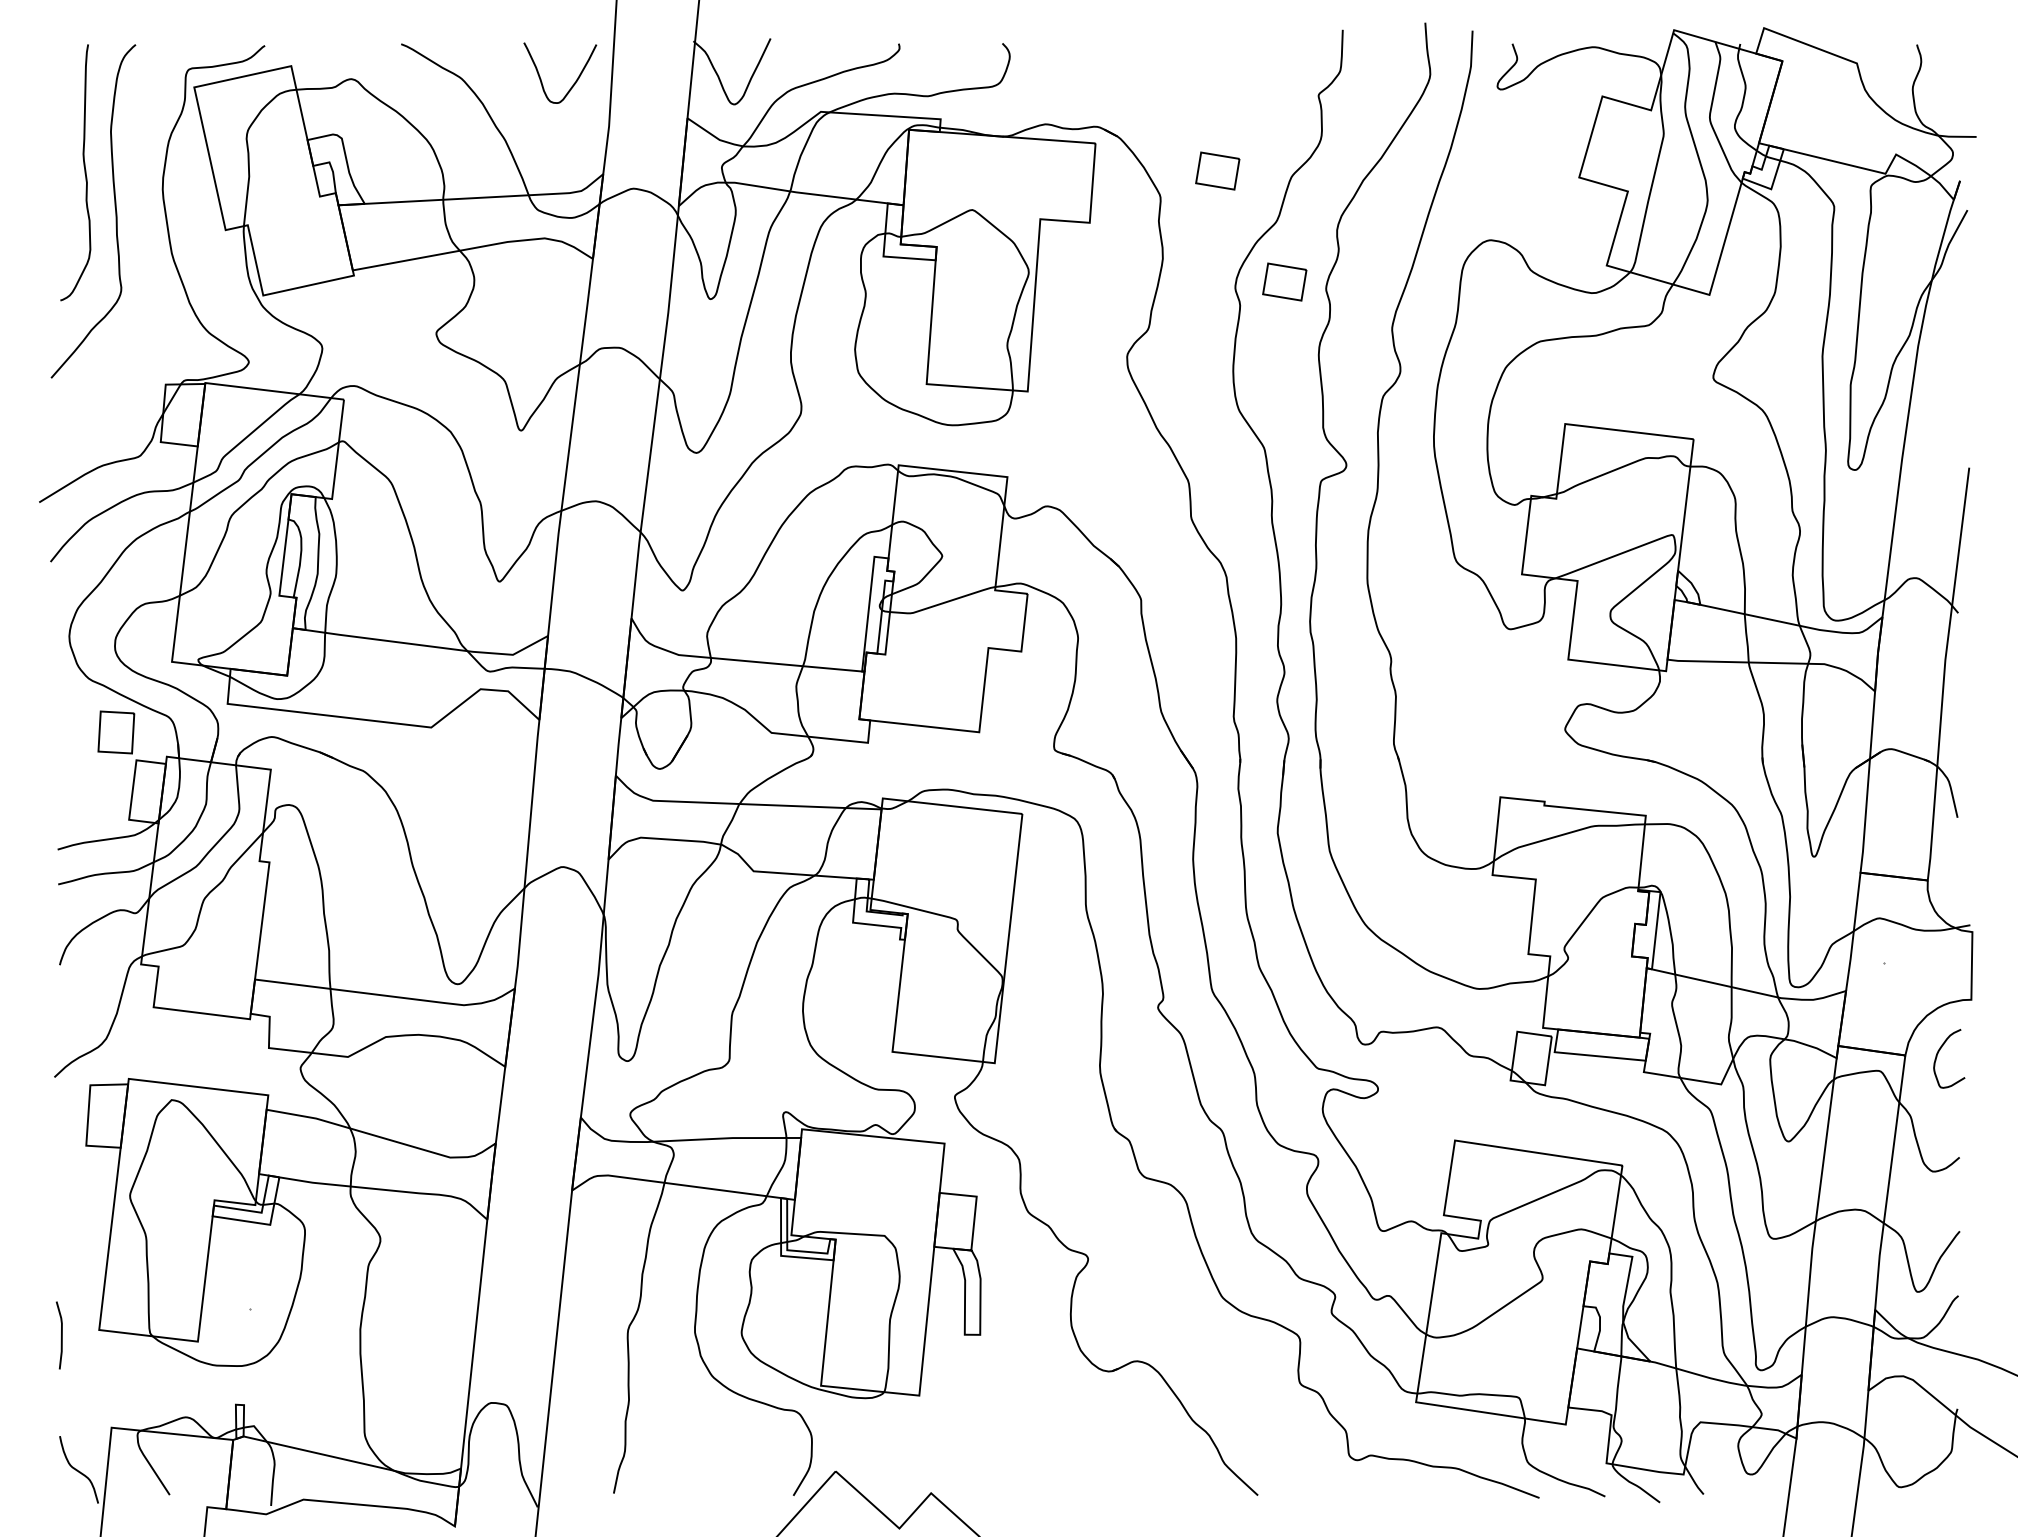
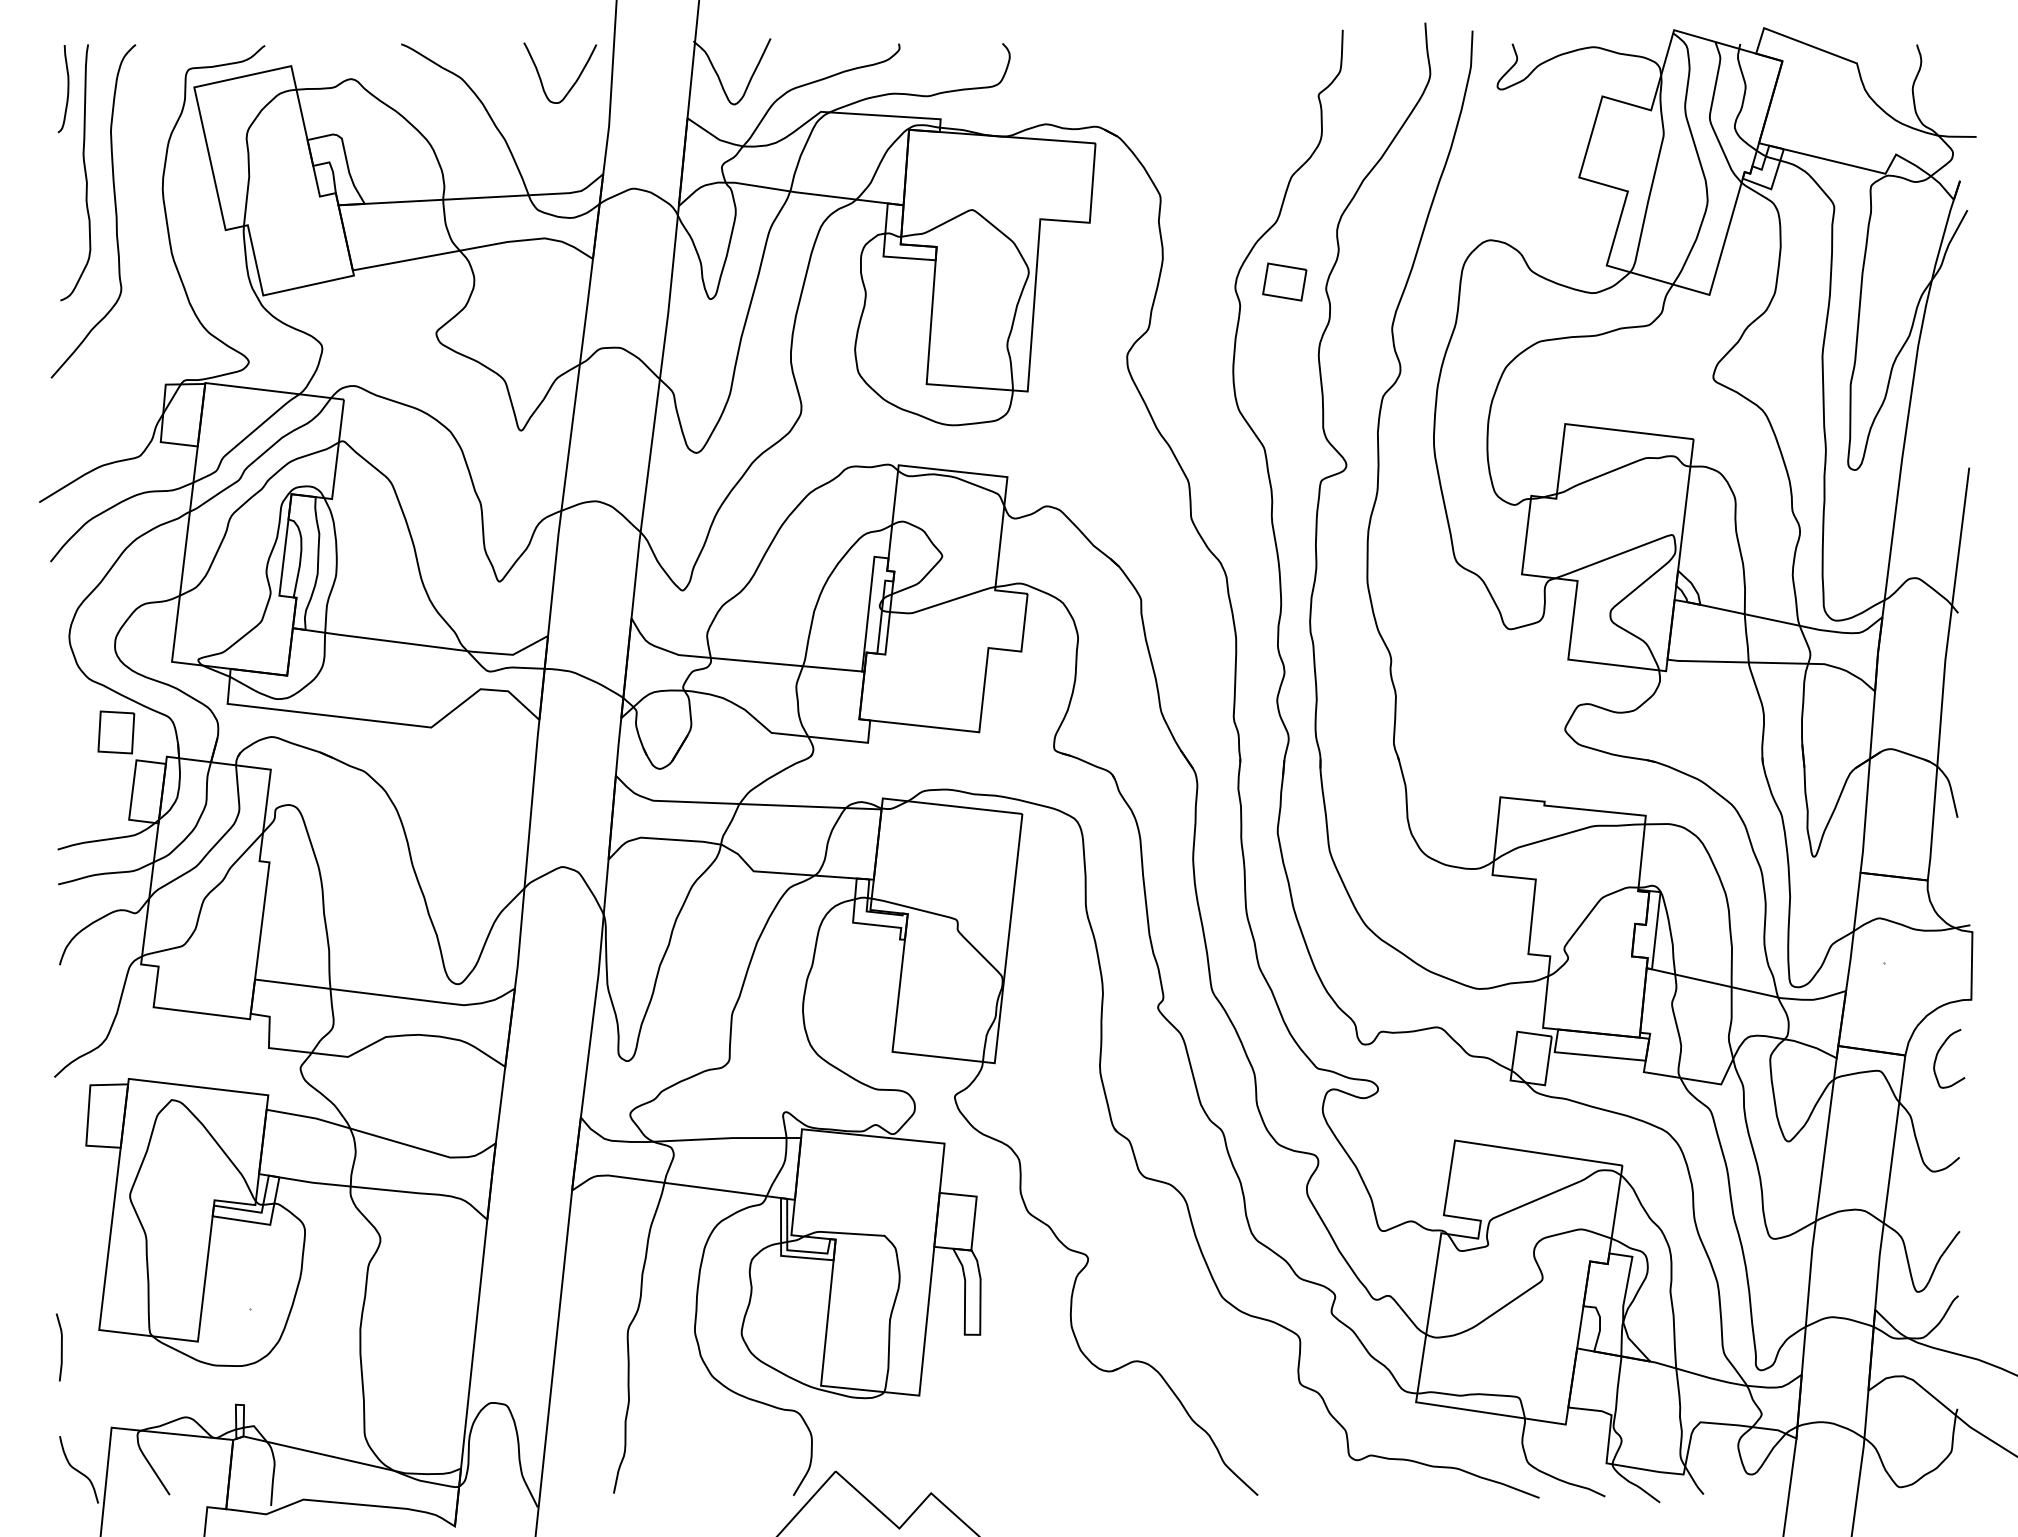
curve at (67, 89): none -> present
part at (1217, 170): present -> none
line at (61, 1335) position: (61, 1335) -> (61, 1347)
